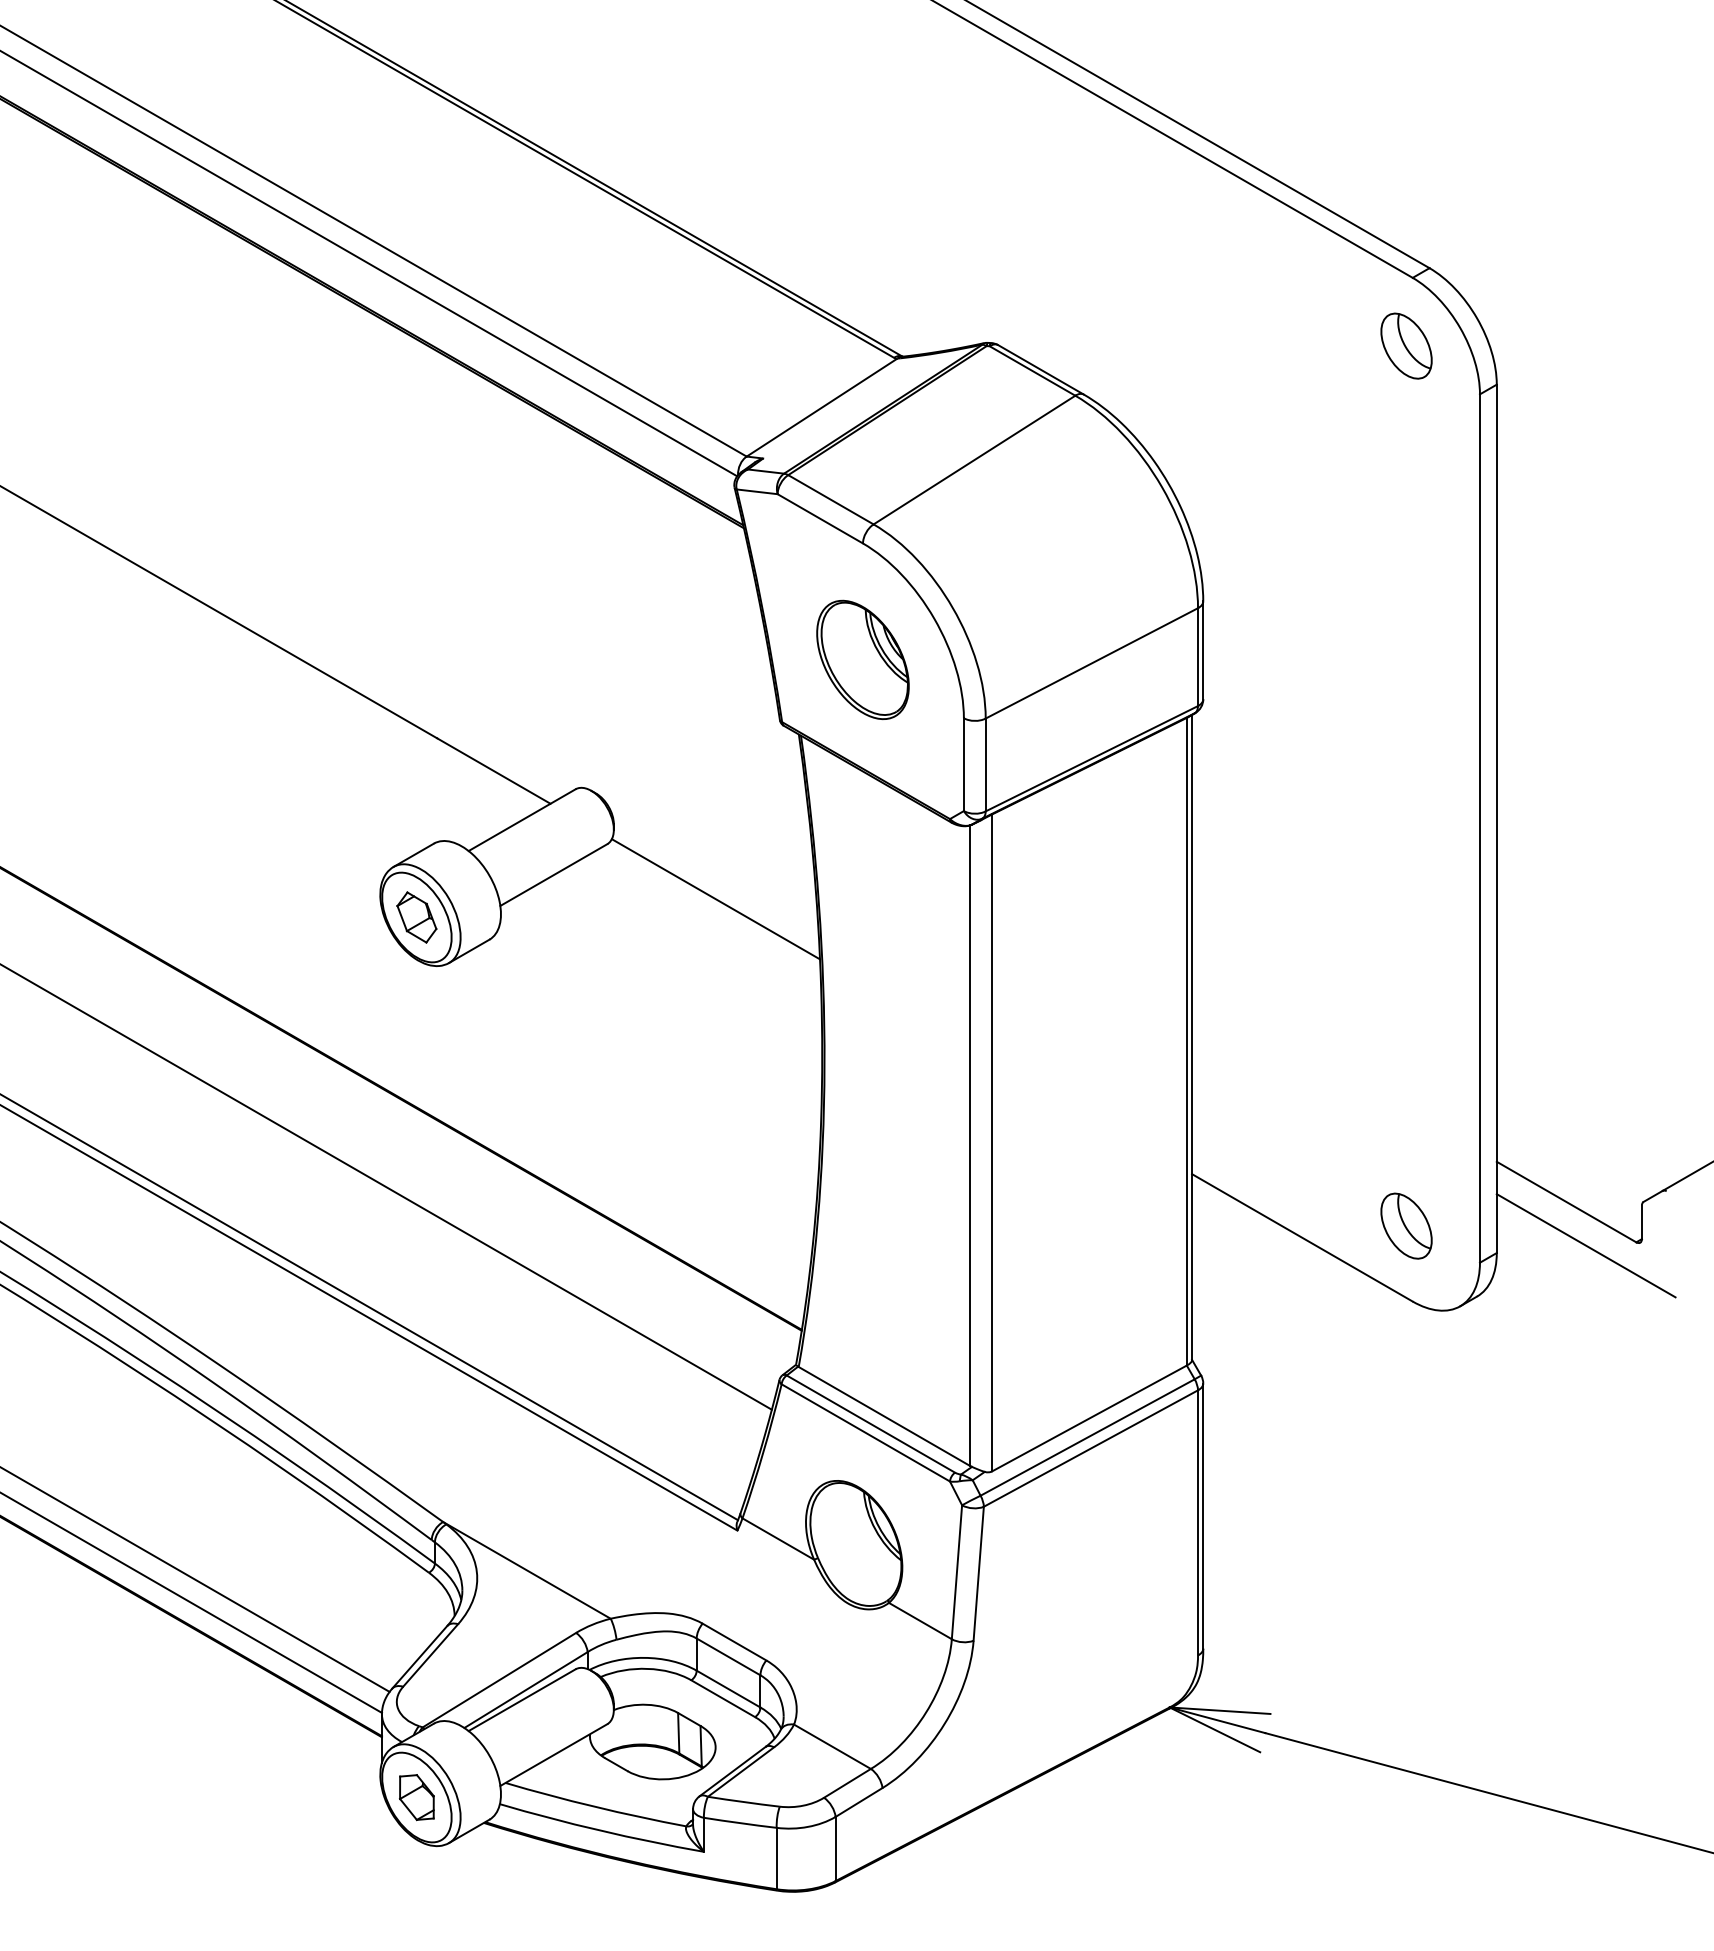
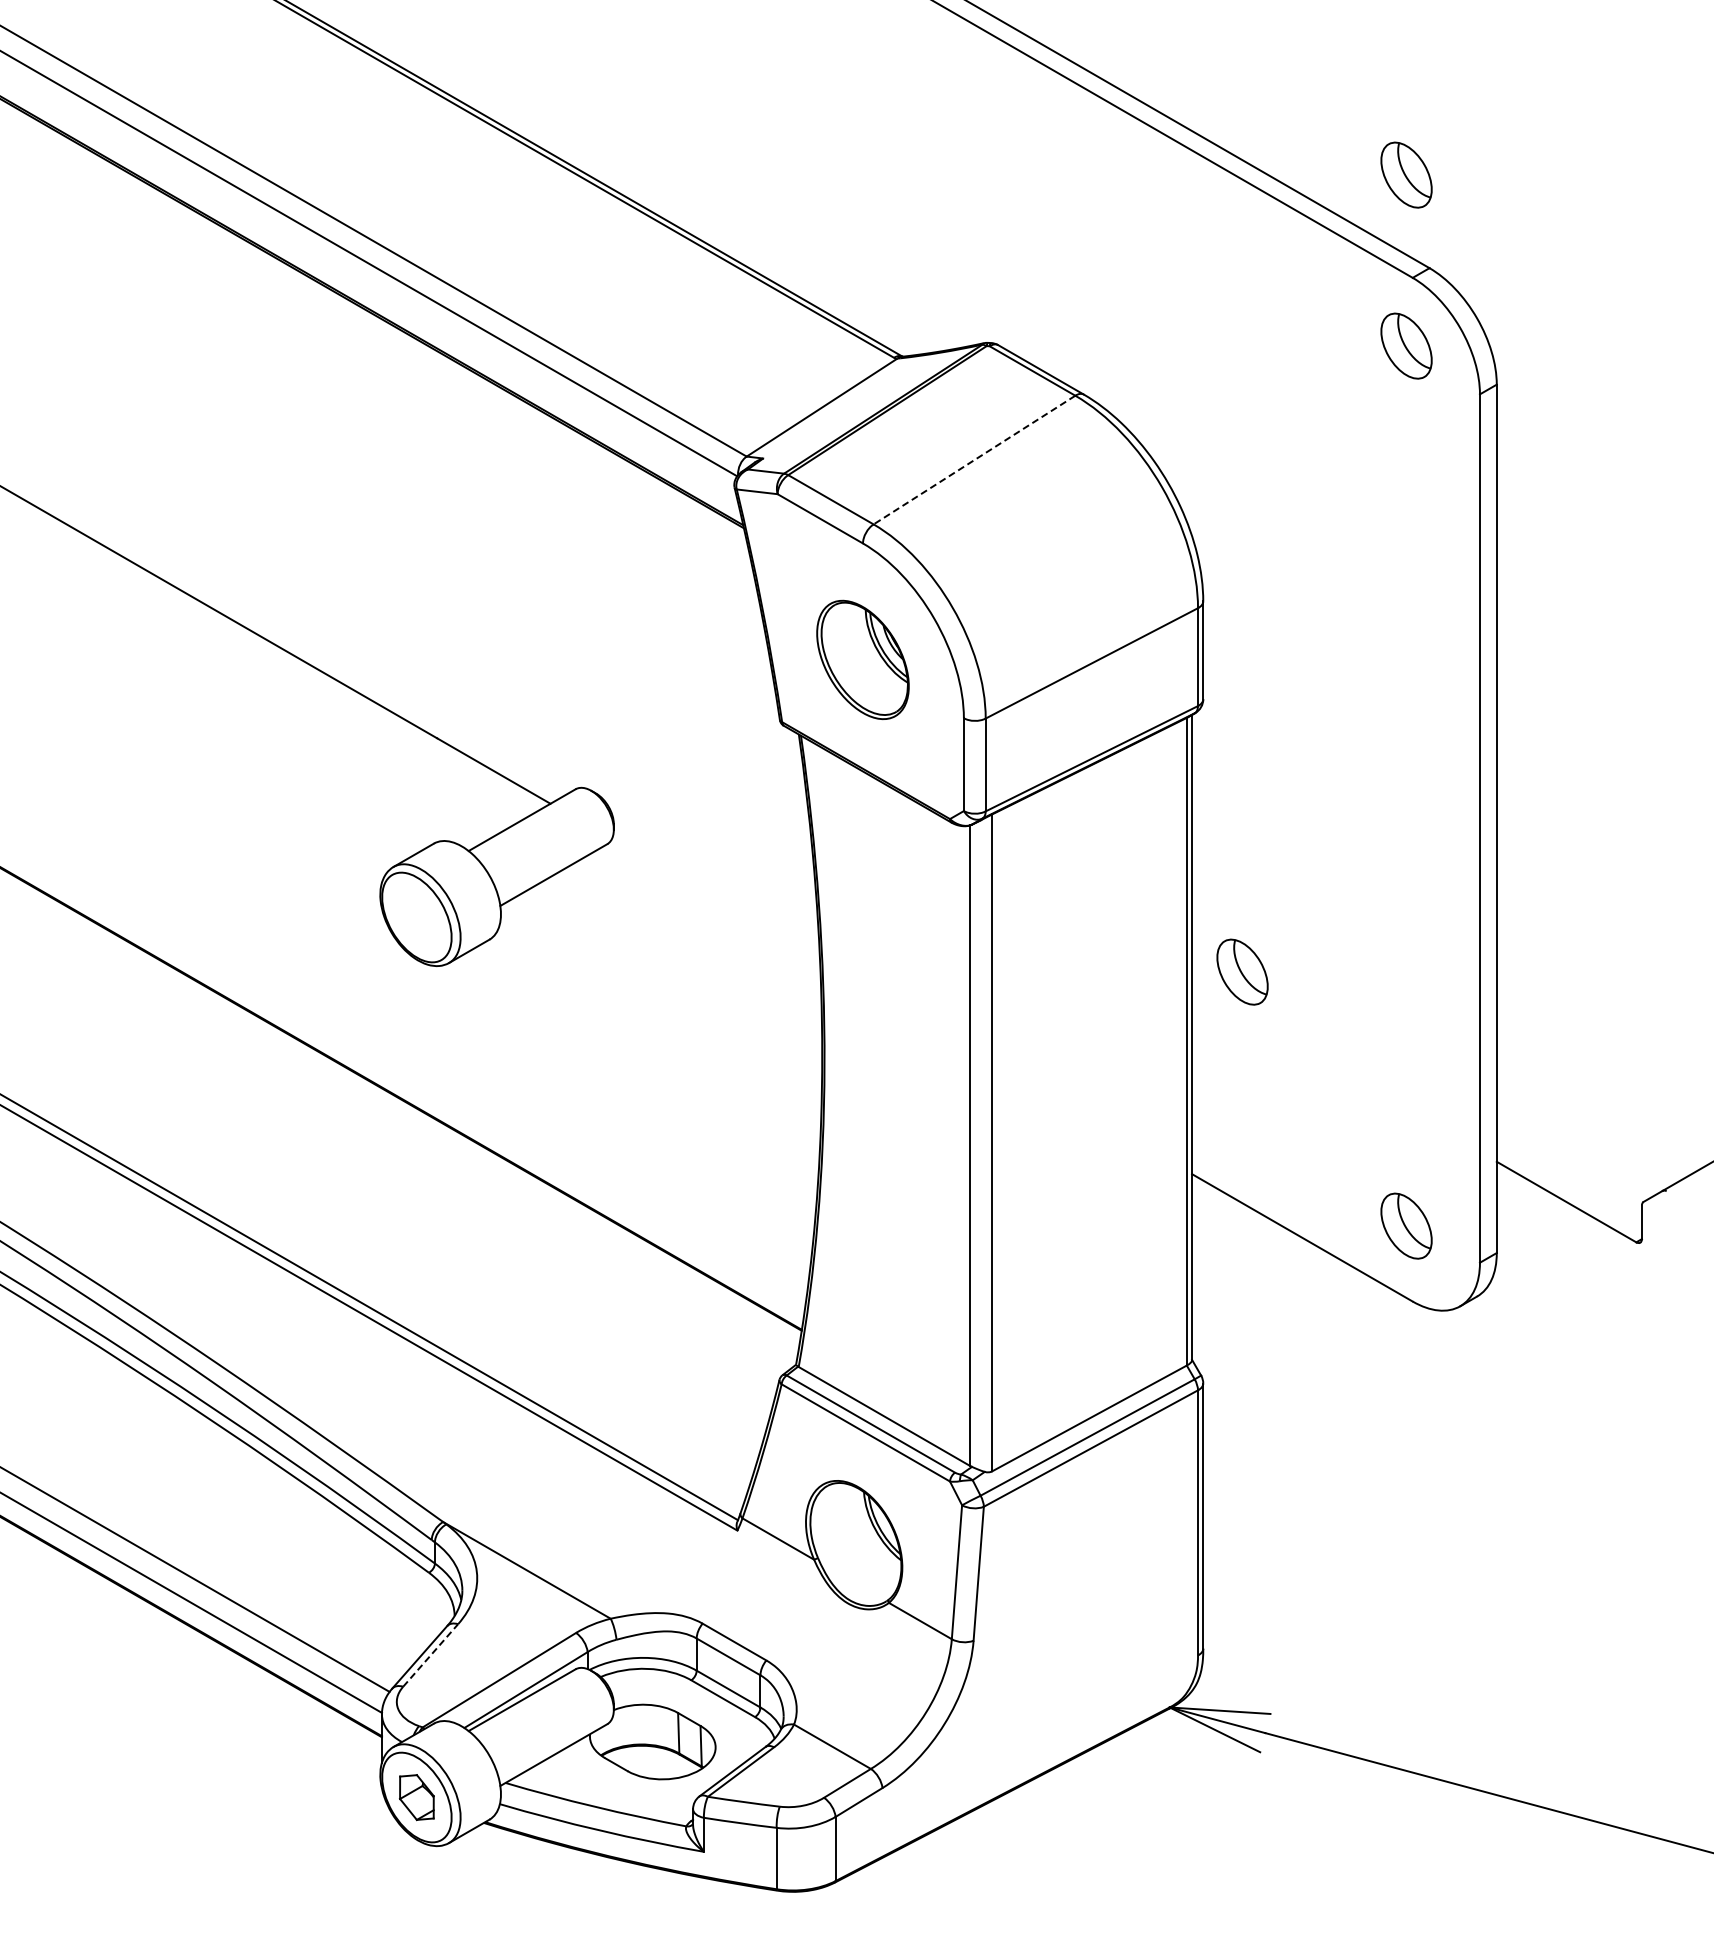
part at (1406, 174): none -> present
line at (974, 460): solid -> dashed
line at (715, 899): present -> none
part at (416, 917): present -> none
part at (1242, 971): none -> present
line at (386, 1187): present -> none
line at (1585, 1245): present -> none
line at (430, 1655): solid -> dashed
